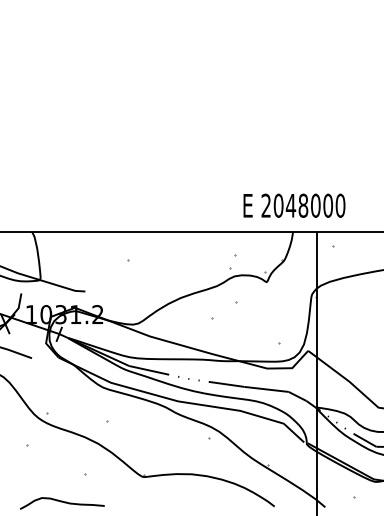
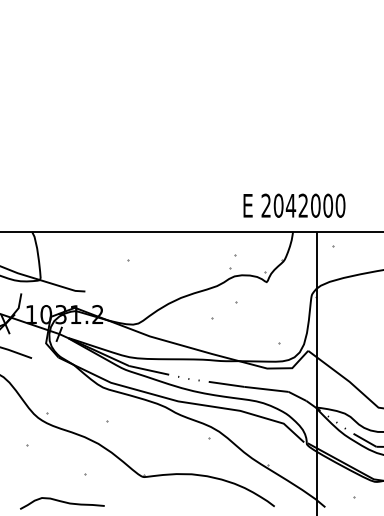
text at (303, 205): 2048000 -> 2042000
